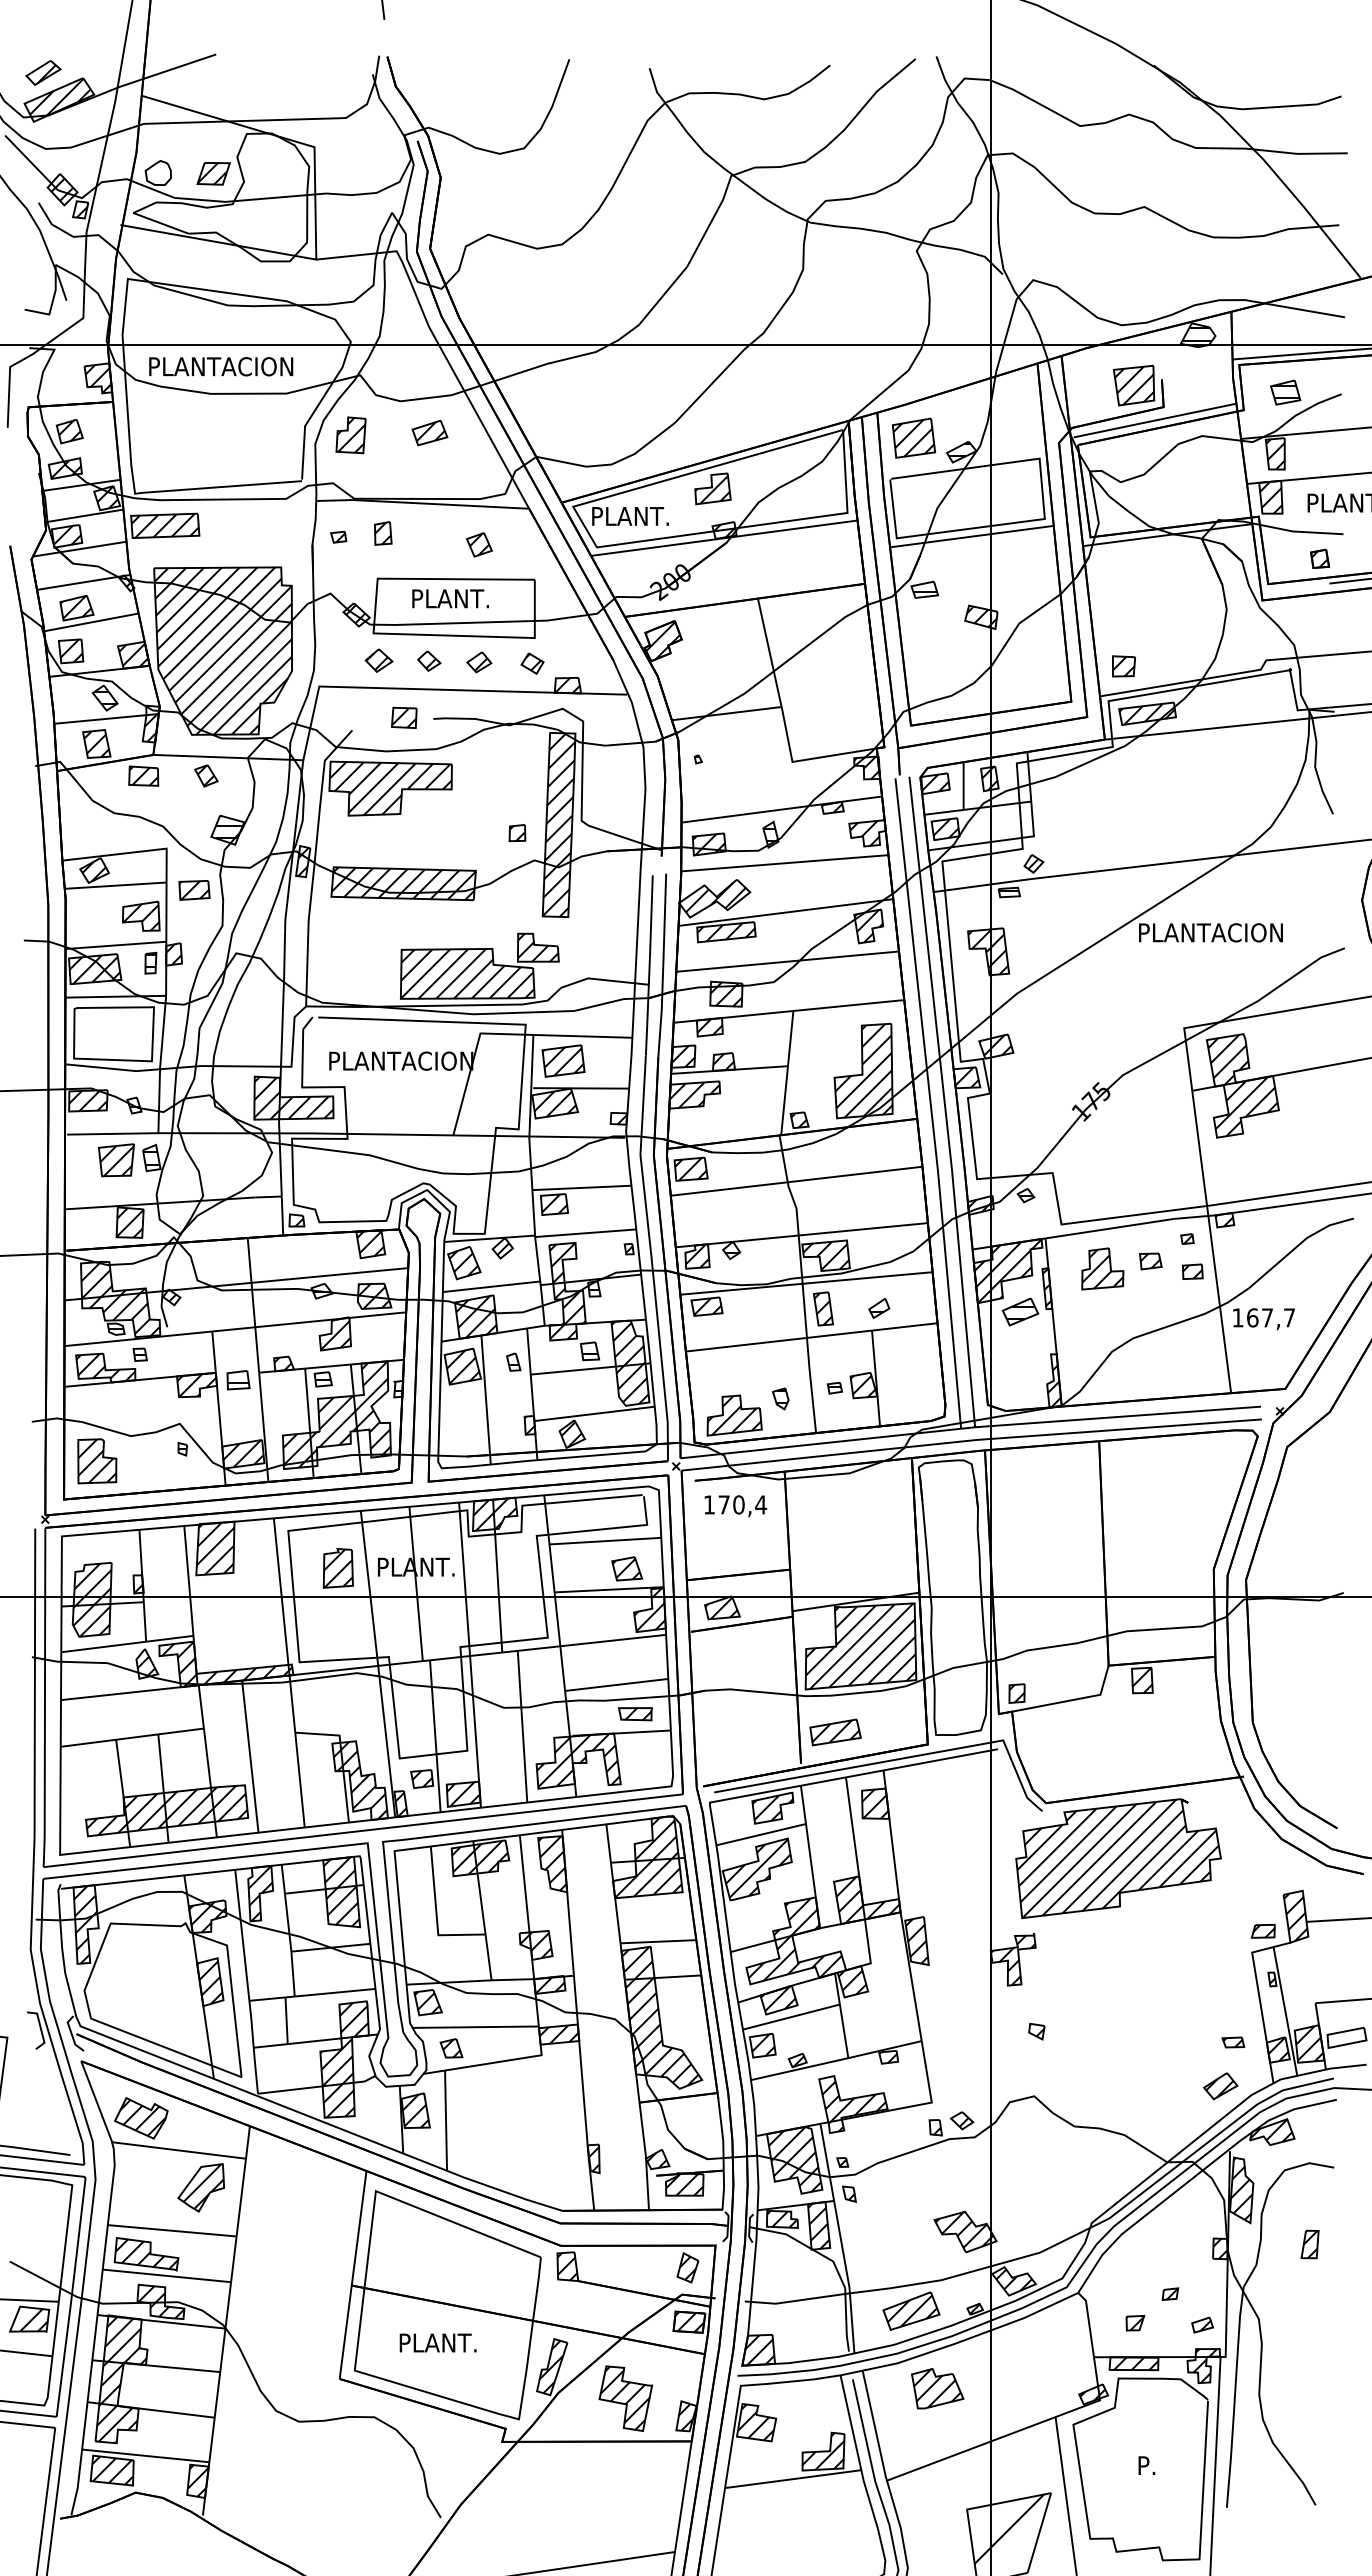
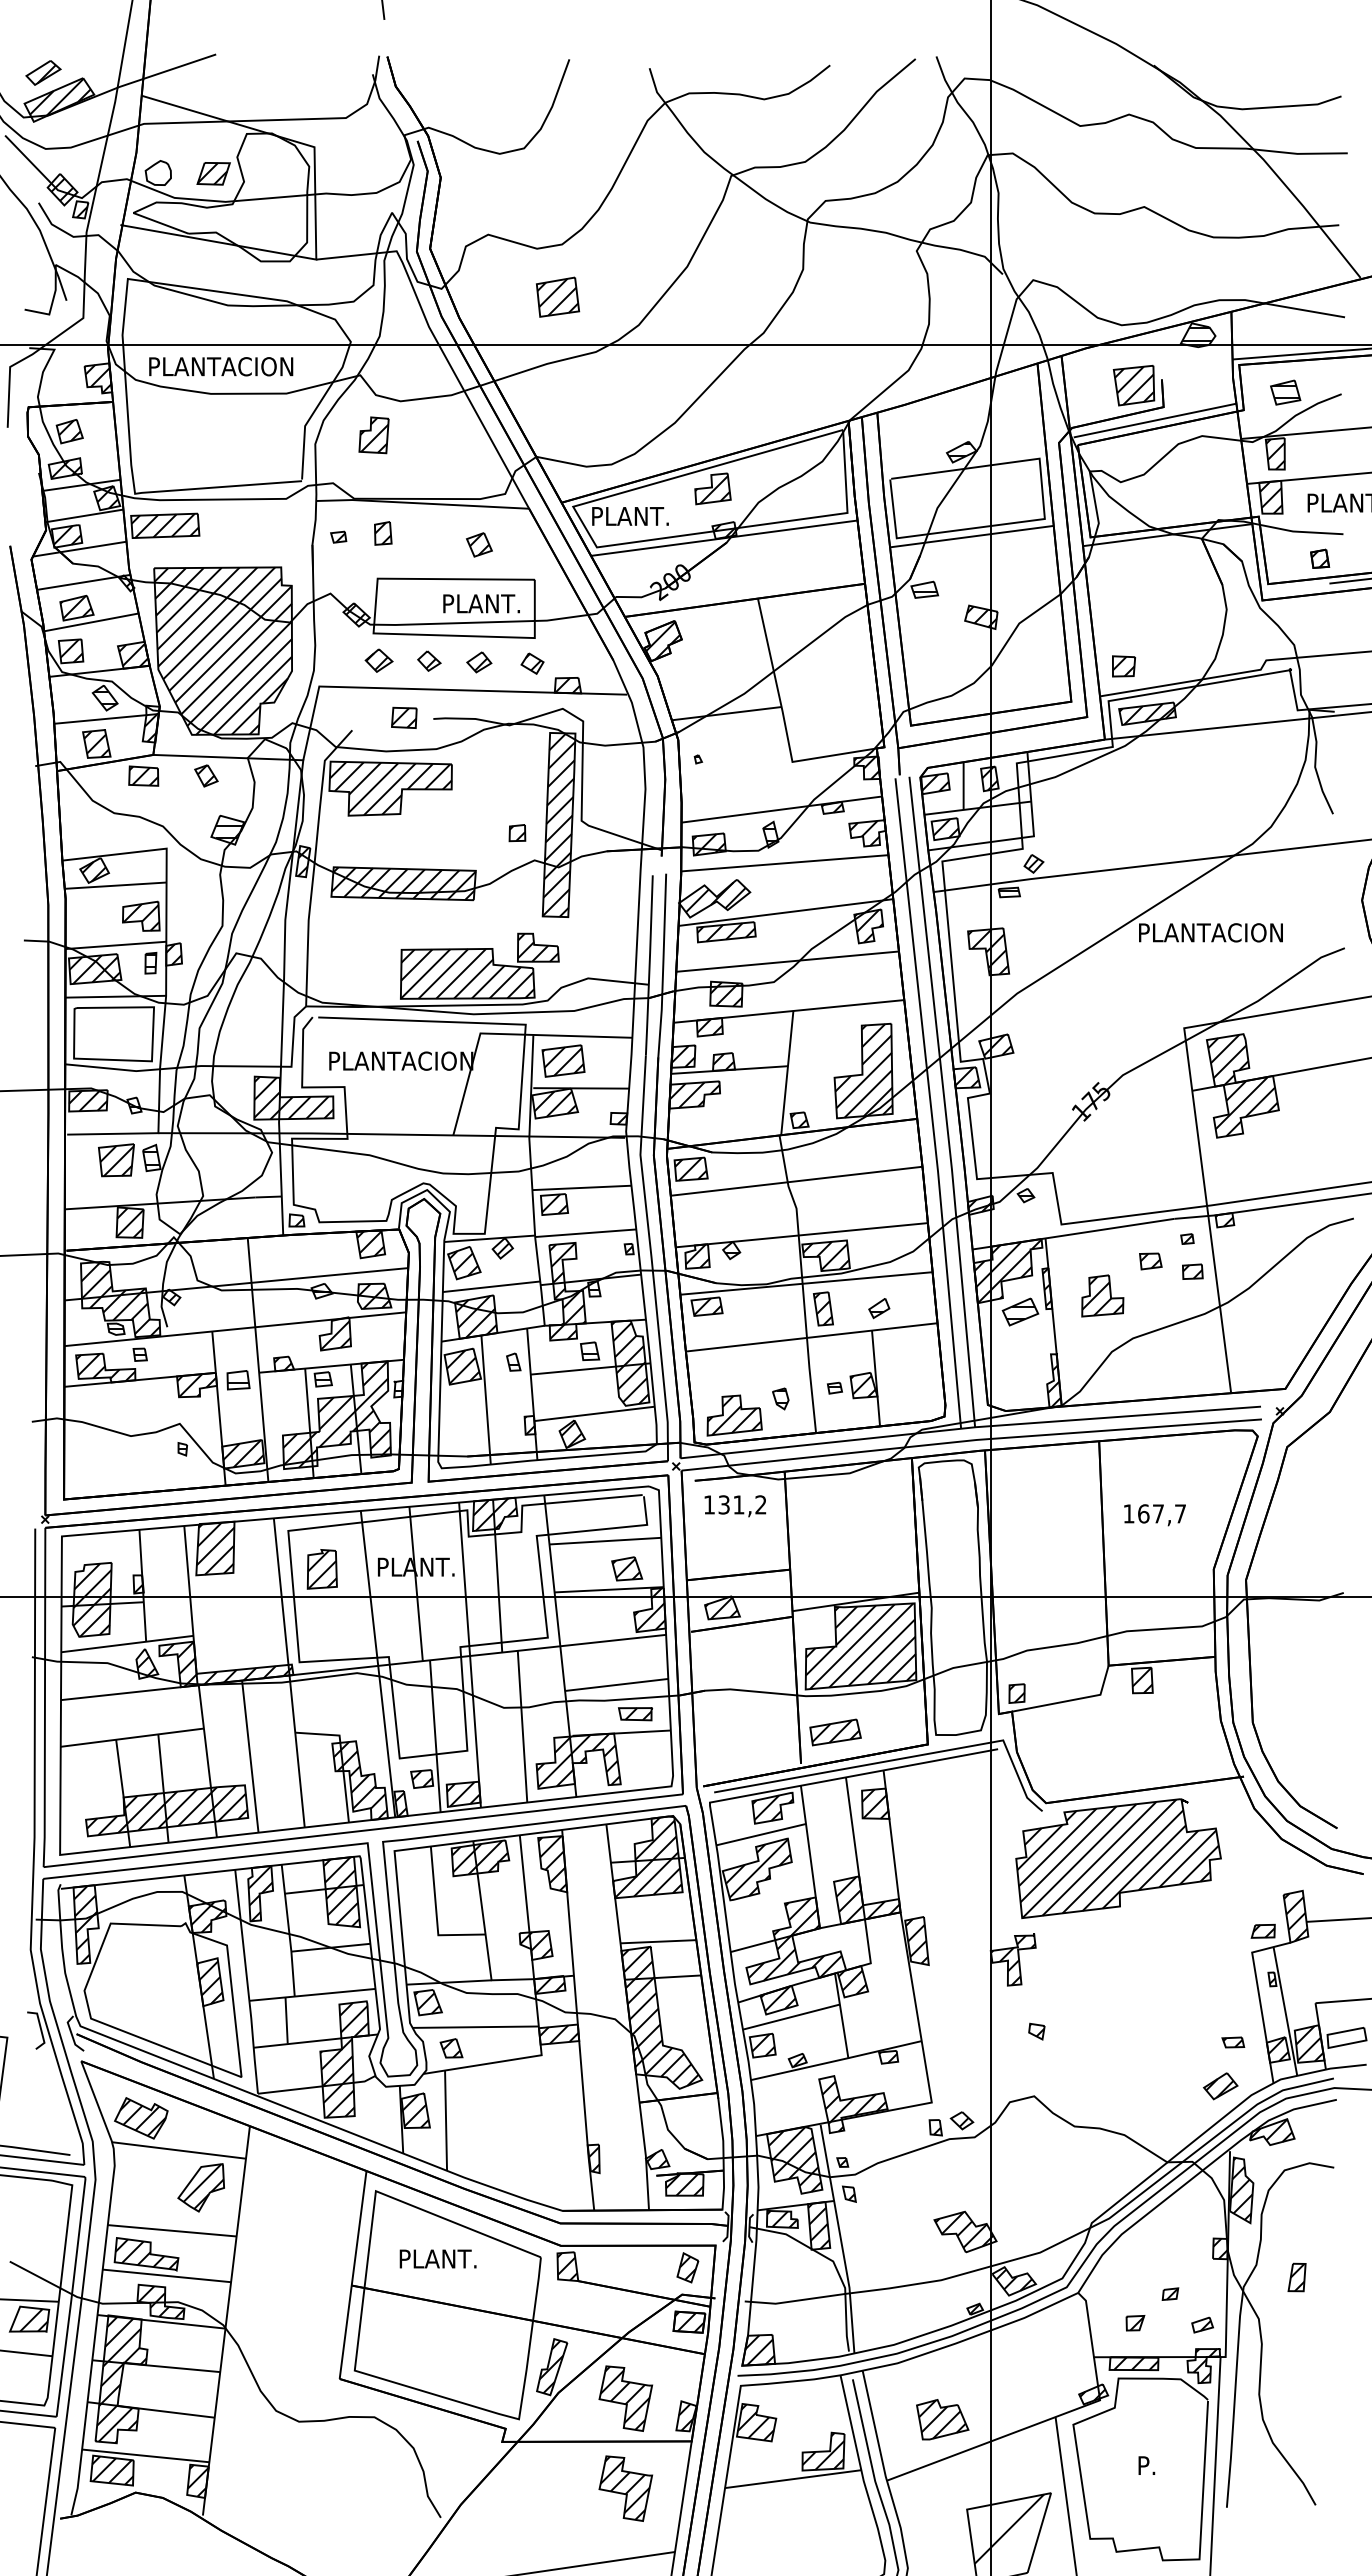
part at (429, 433): present -> none
part at (350, 435) position: (350, 435) -> (373, 435)
part at (914, 437) position: (914, 437) -> (558, 296)
text at (450, 598) position: (450, 598) -> (481, 603)
part at (194, 890): present -> none
part at (1102, 1268) position: (1102, 1268) -> (1102, 1295)
text at (1263, 1319) position: (1263, 1319) -> (1154, 1515)
part at (97, 1461): present -> none
text at (742, 1504): 170,4 -> 131,2
part at (337, 1568) position: (337, 1568) -> (321, 1569)
part at (1309, 2244) position: (1309, 2244) -> (1296, 2277)
part at (911, 2310): present -> none
text at (437, 2342) position: (437, 2342) -> (437, 2258)
part at (937, 2388) position: (937, 2388) -> (942, 2419)
part at (625, 2488): none -> present
